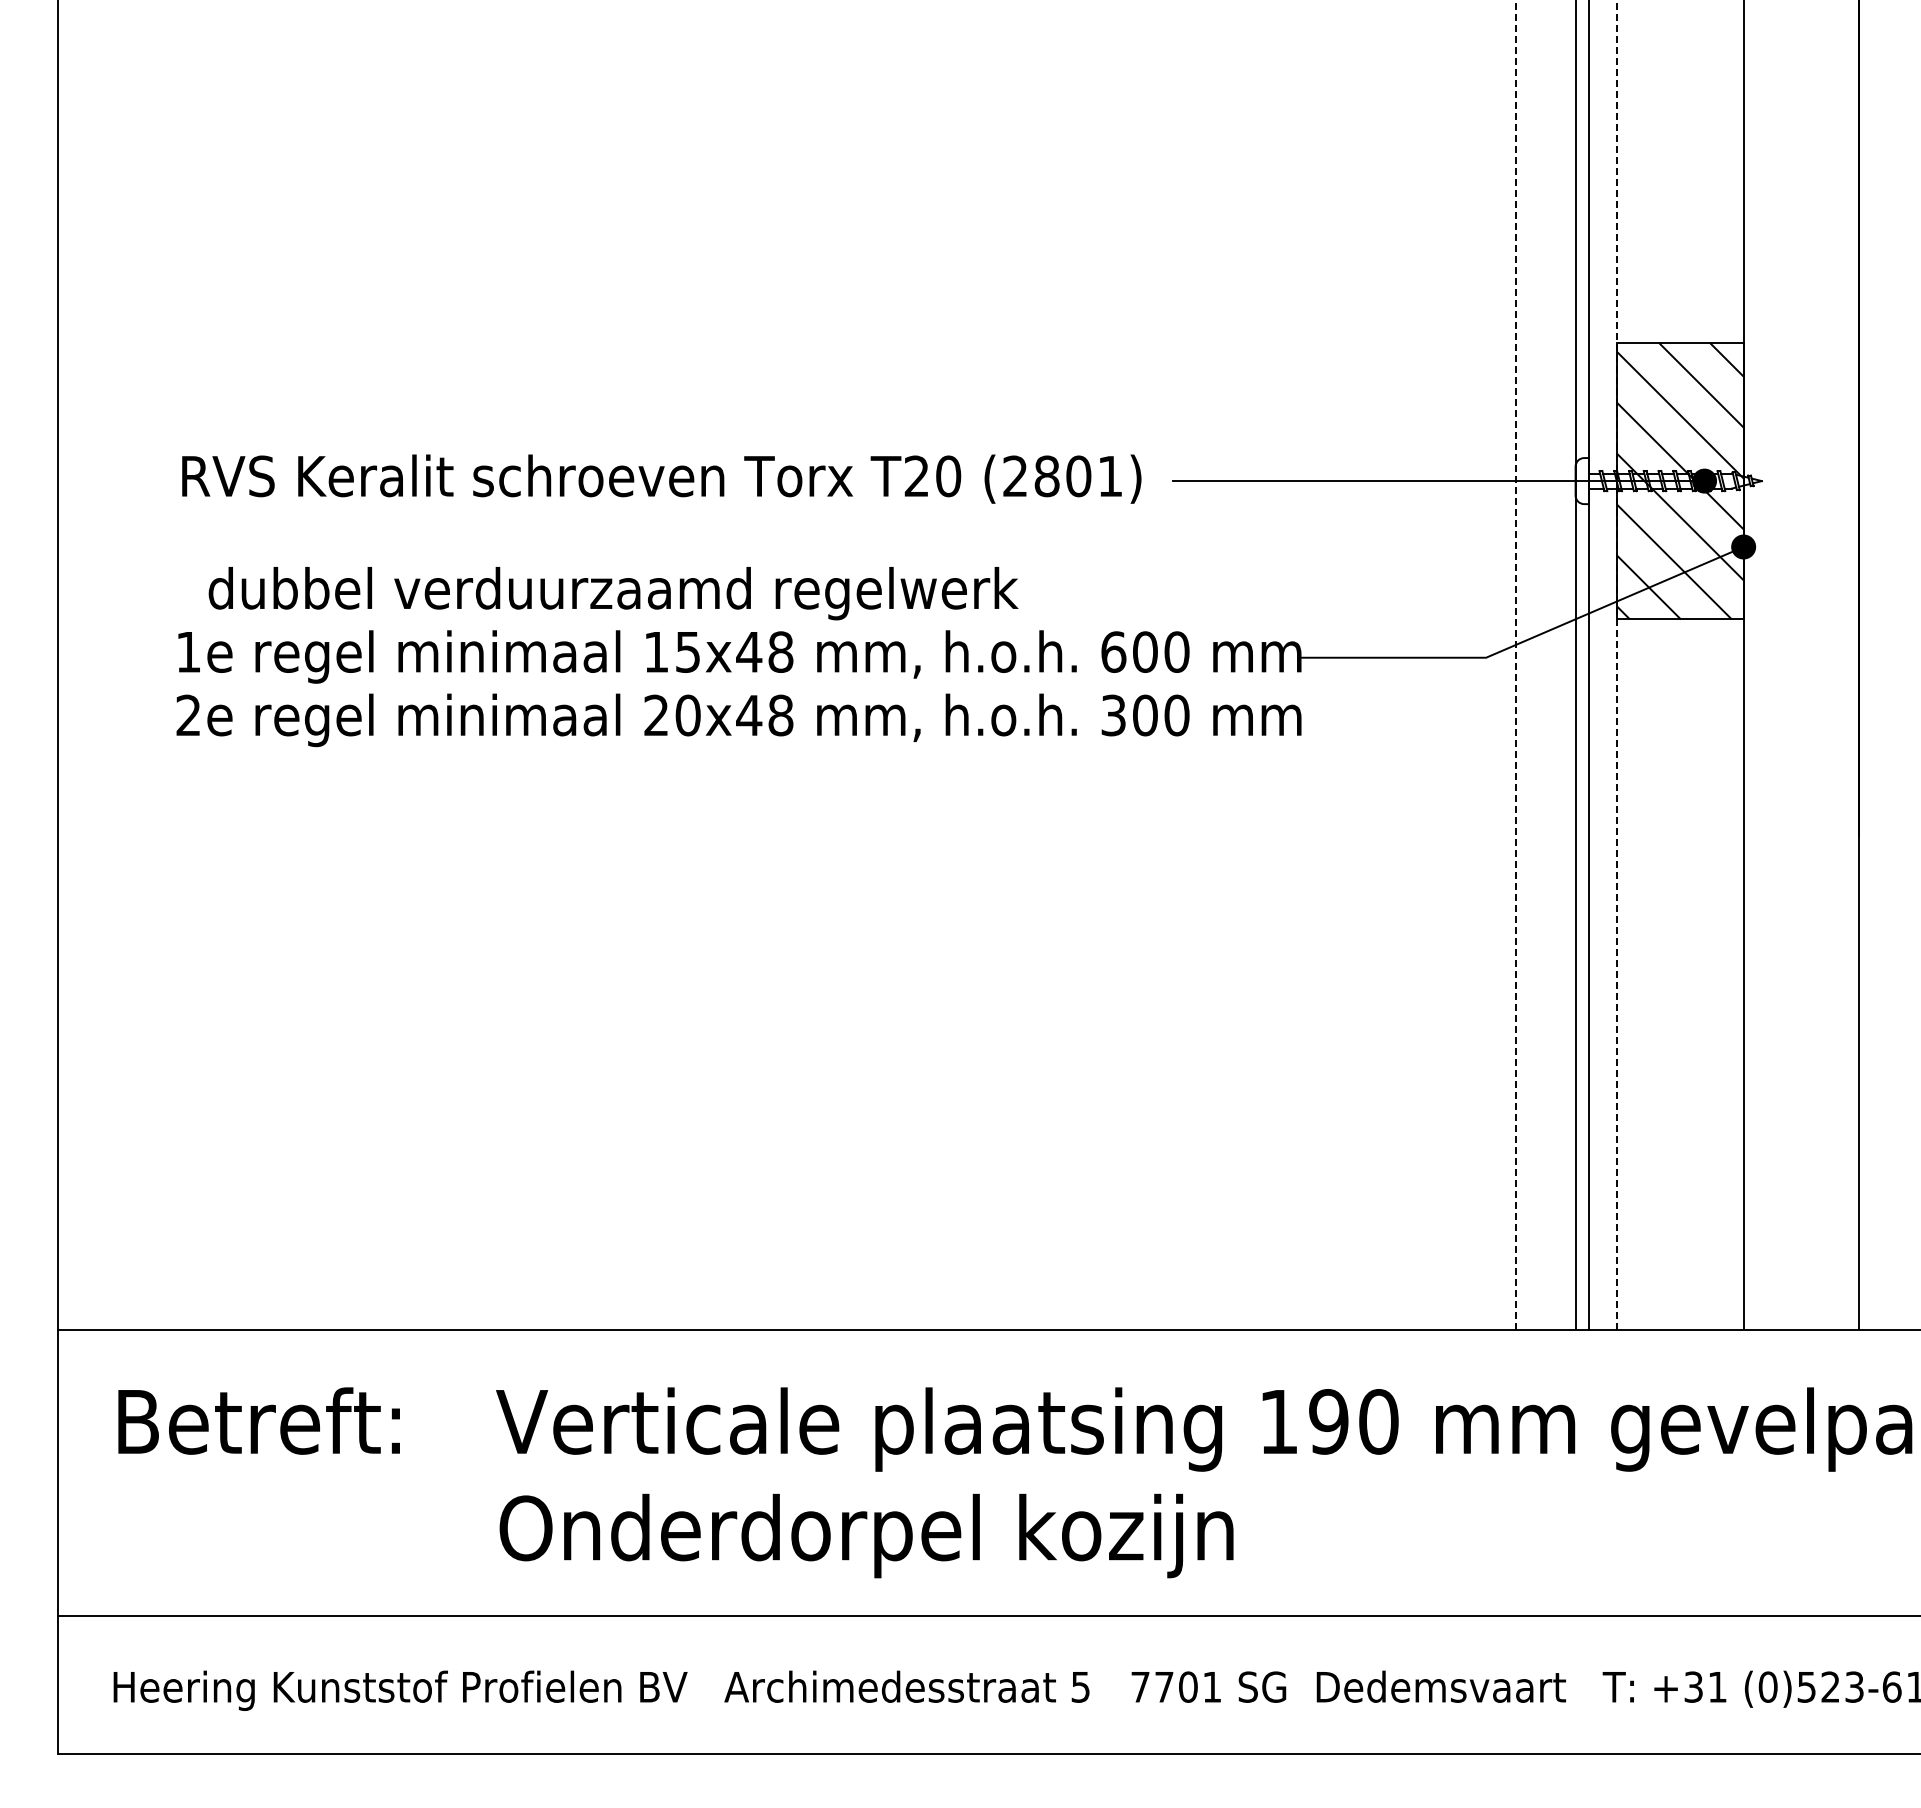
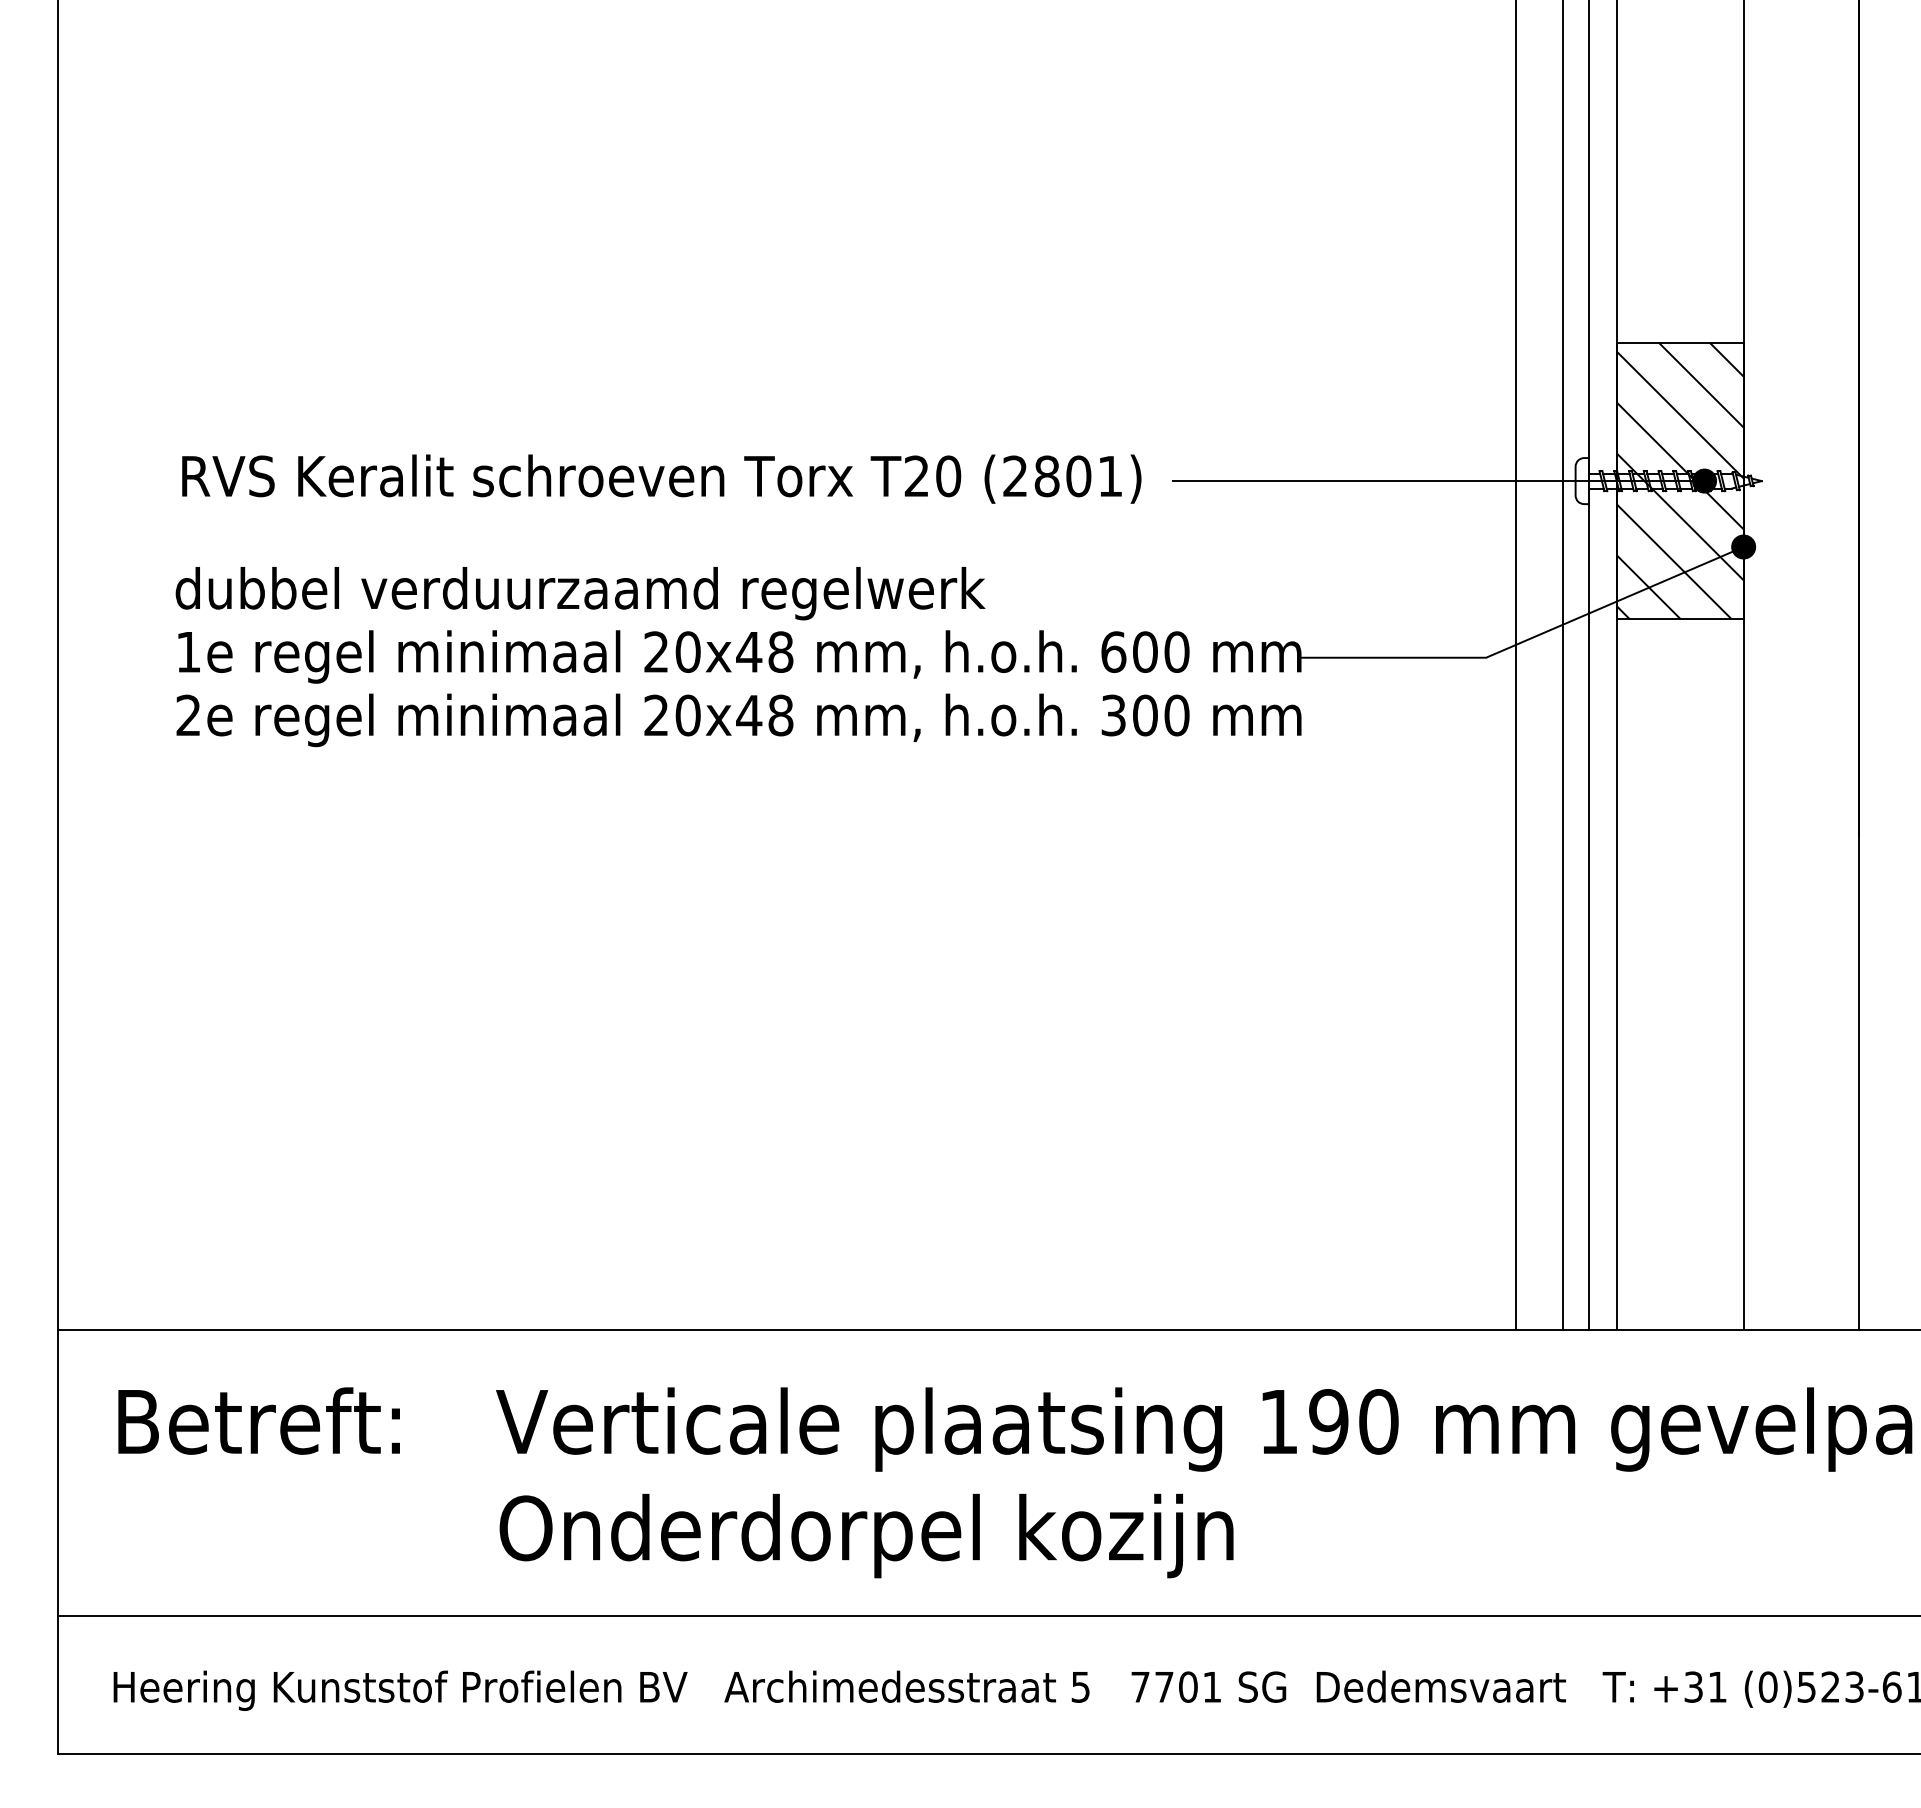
line at (1616, 0): dashed -> solid
text at (613, 593) position: (613, 593) -> (580, 593)
text at (672, 651): 15x48 -> 20x48
line at (1576, 665) position: (1576, 665) -> (1563, 665)
